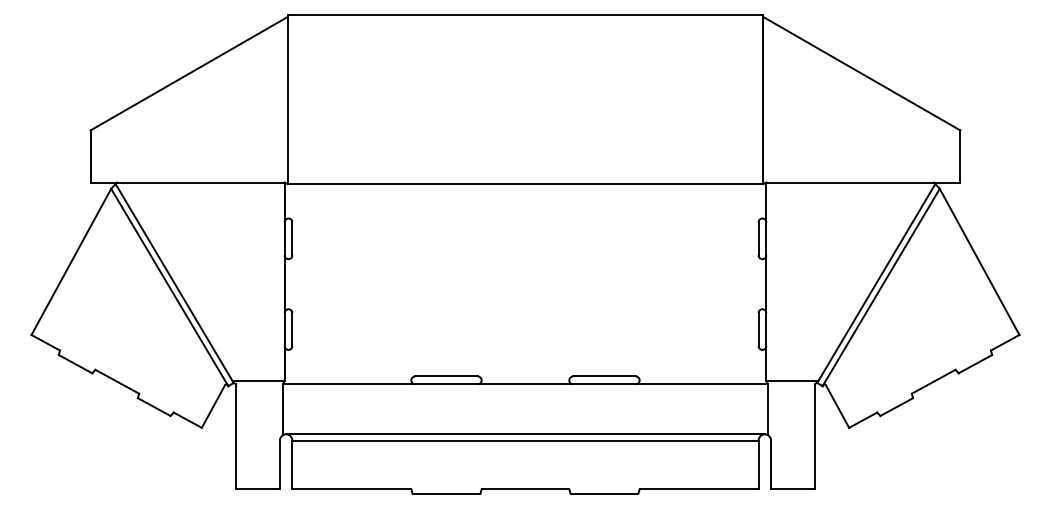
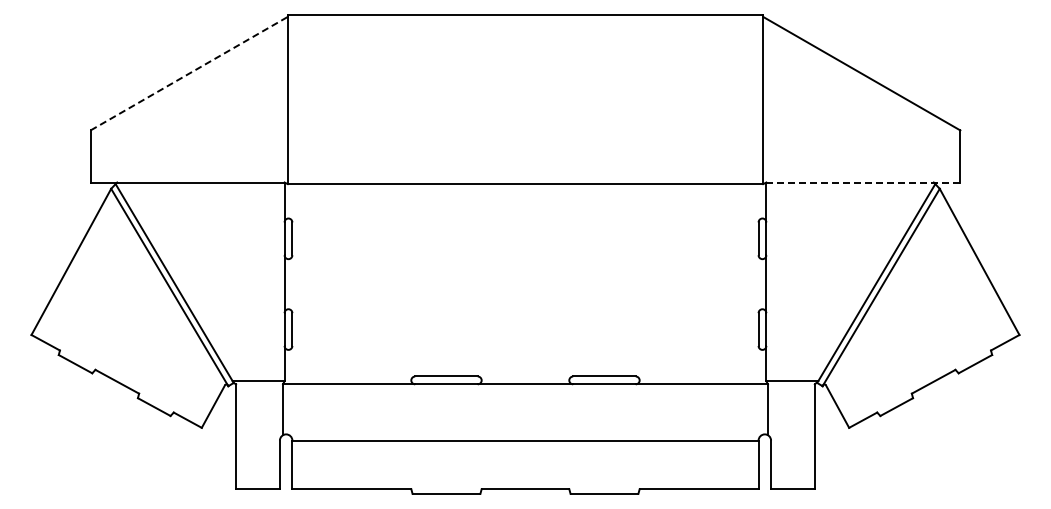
line at (189, 73): solid -> dashed
line at (863, 182): solid -> dashed
line at (525, 434): present -> none
